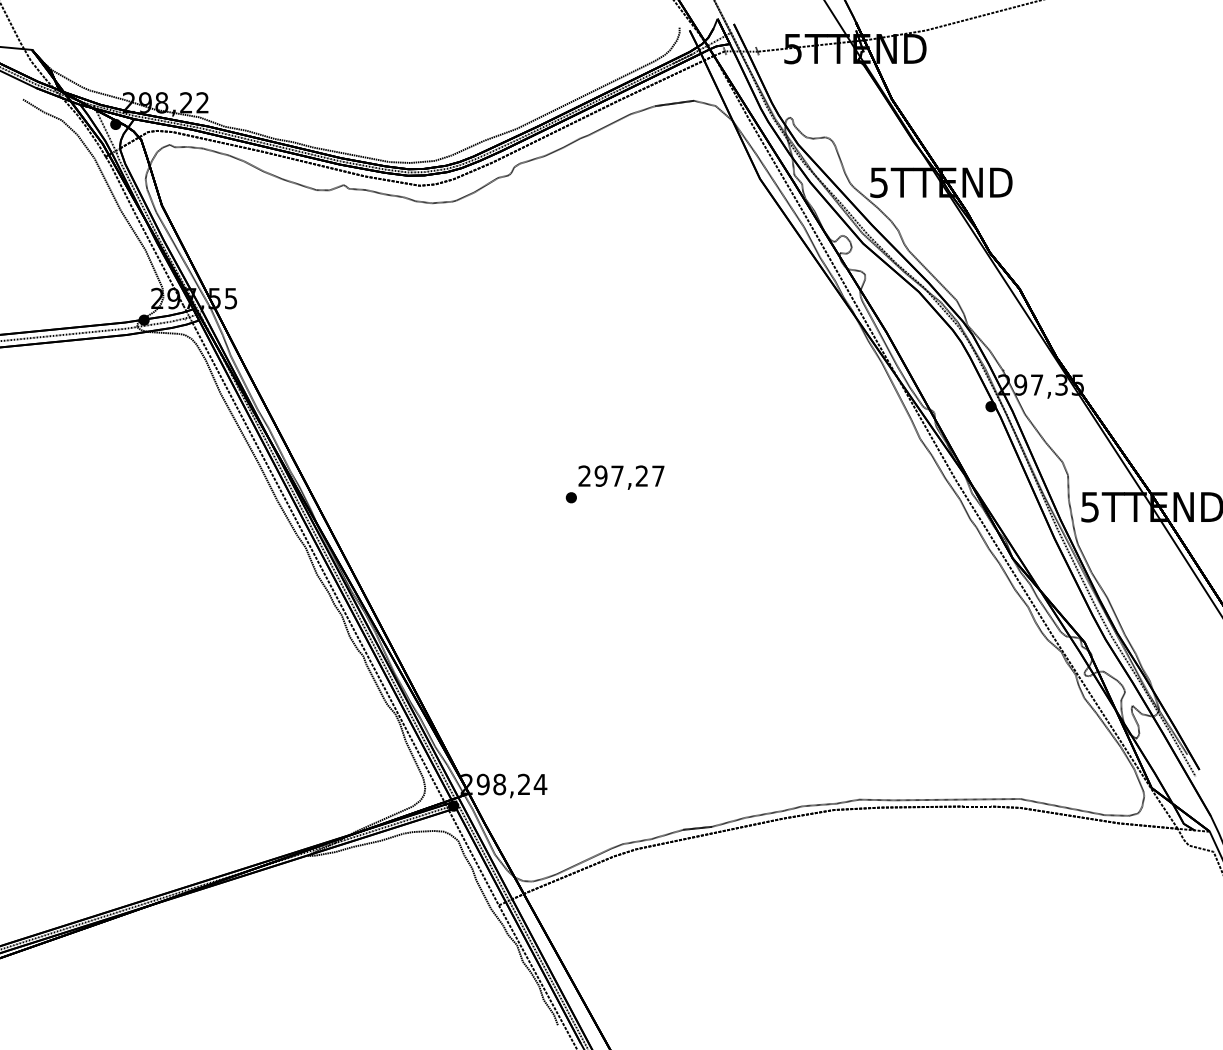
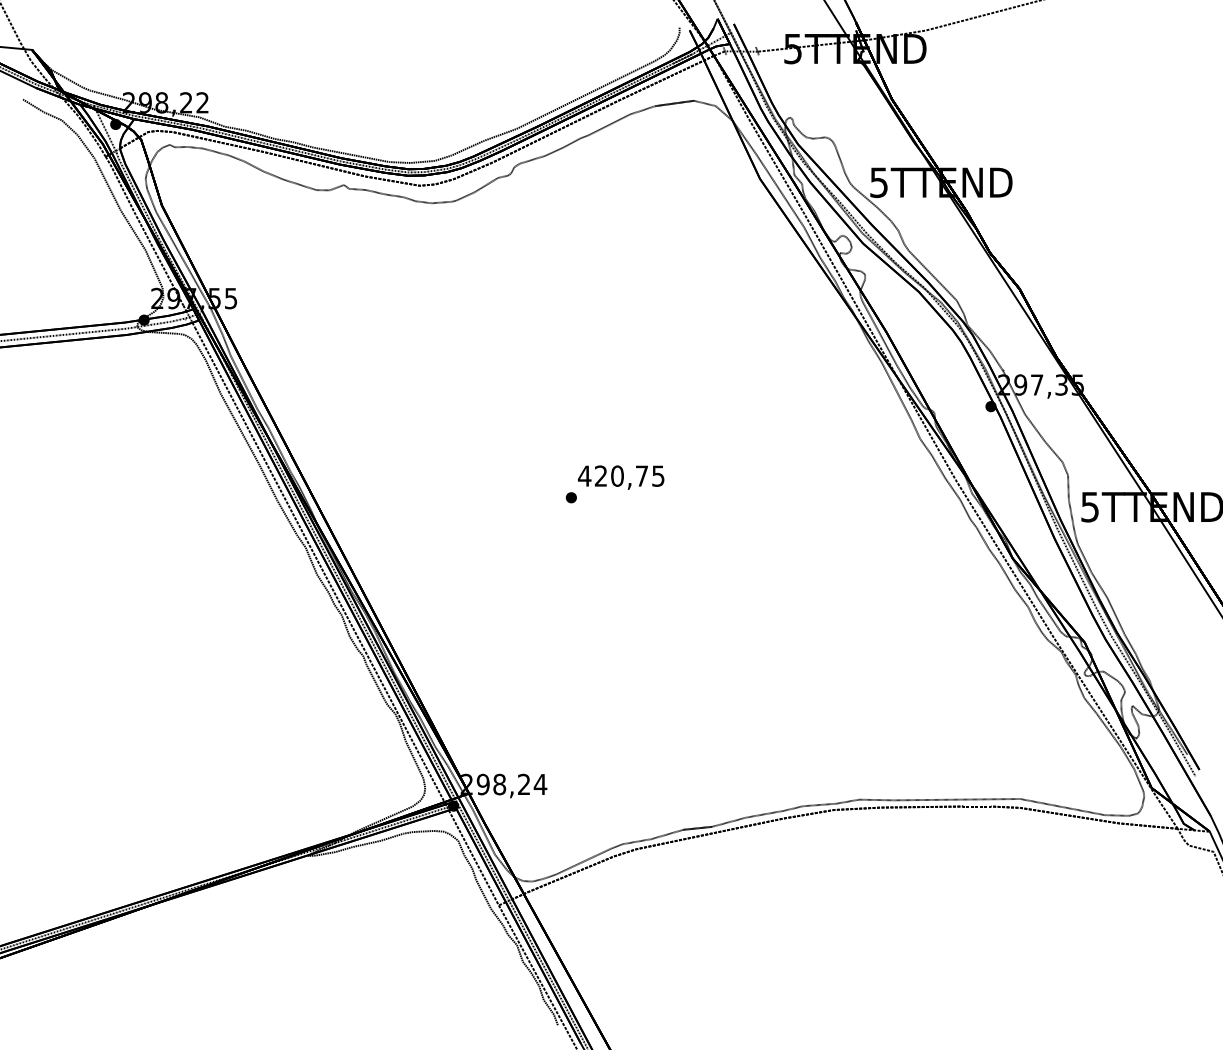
text at (621, 475): 297,27 -> 420,75
